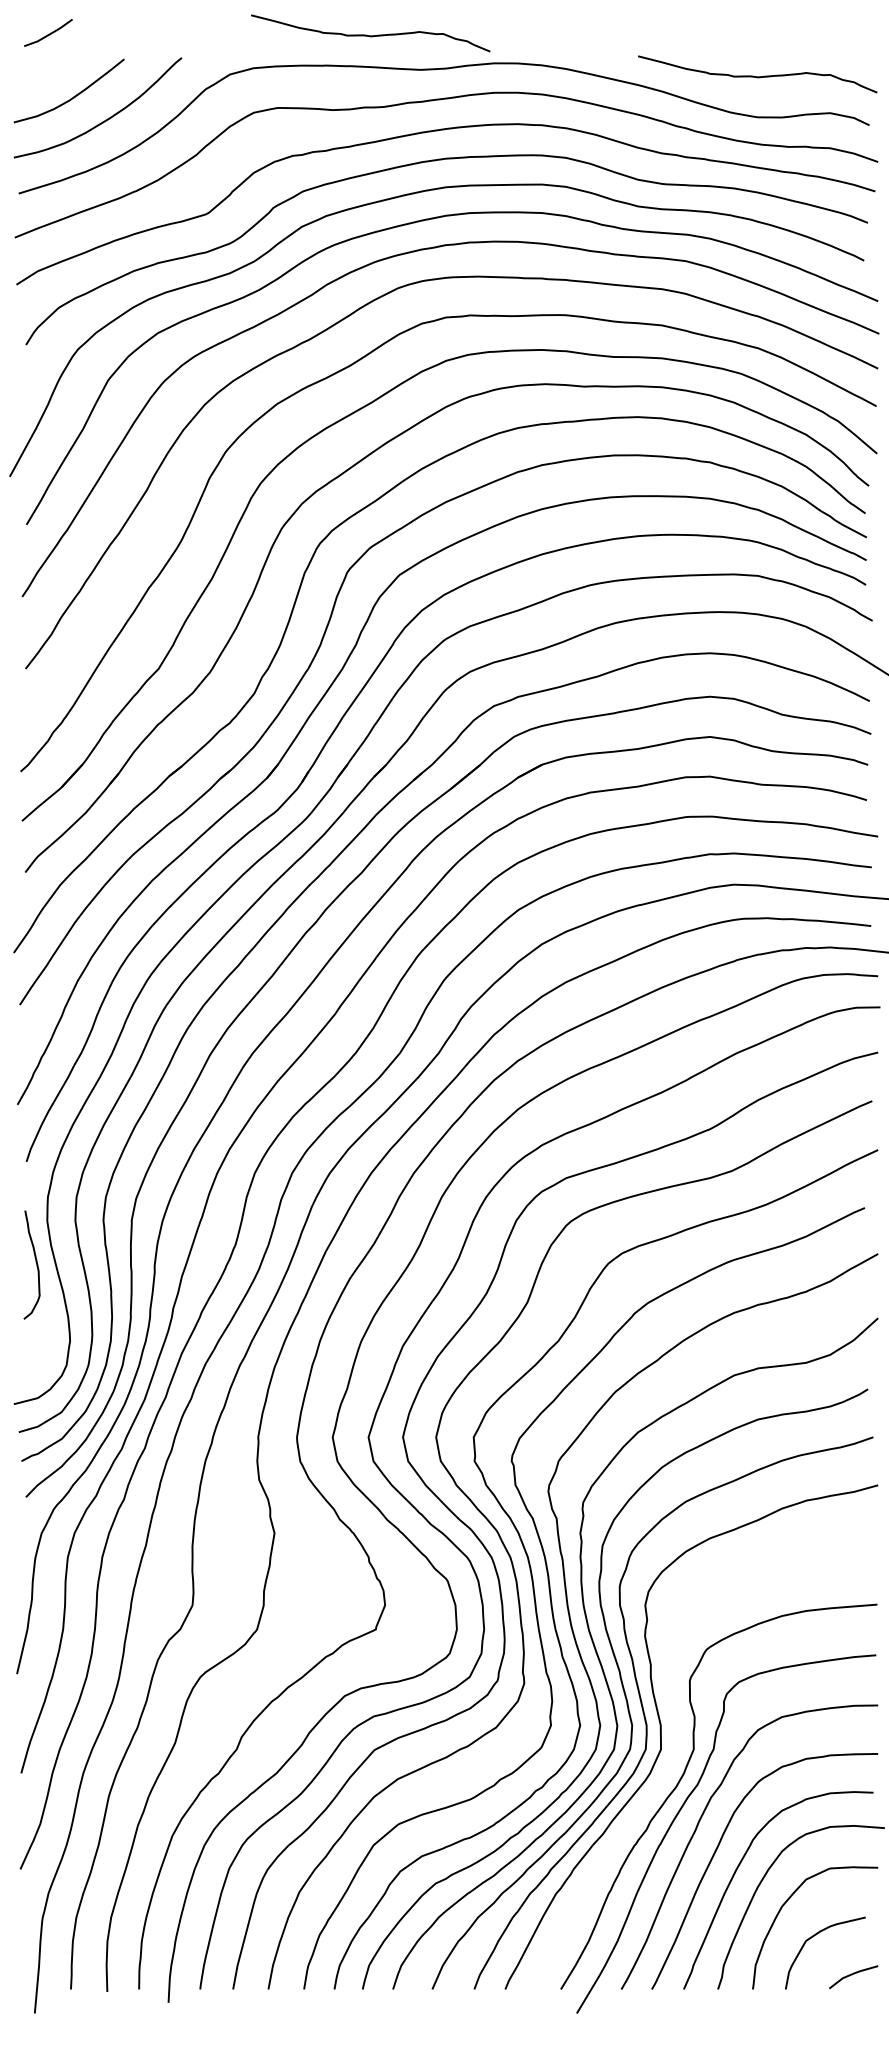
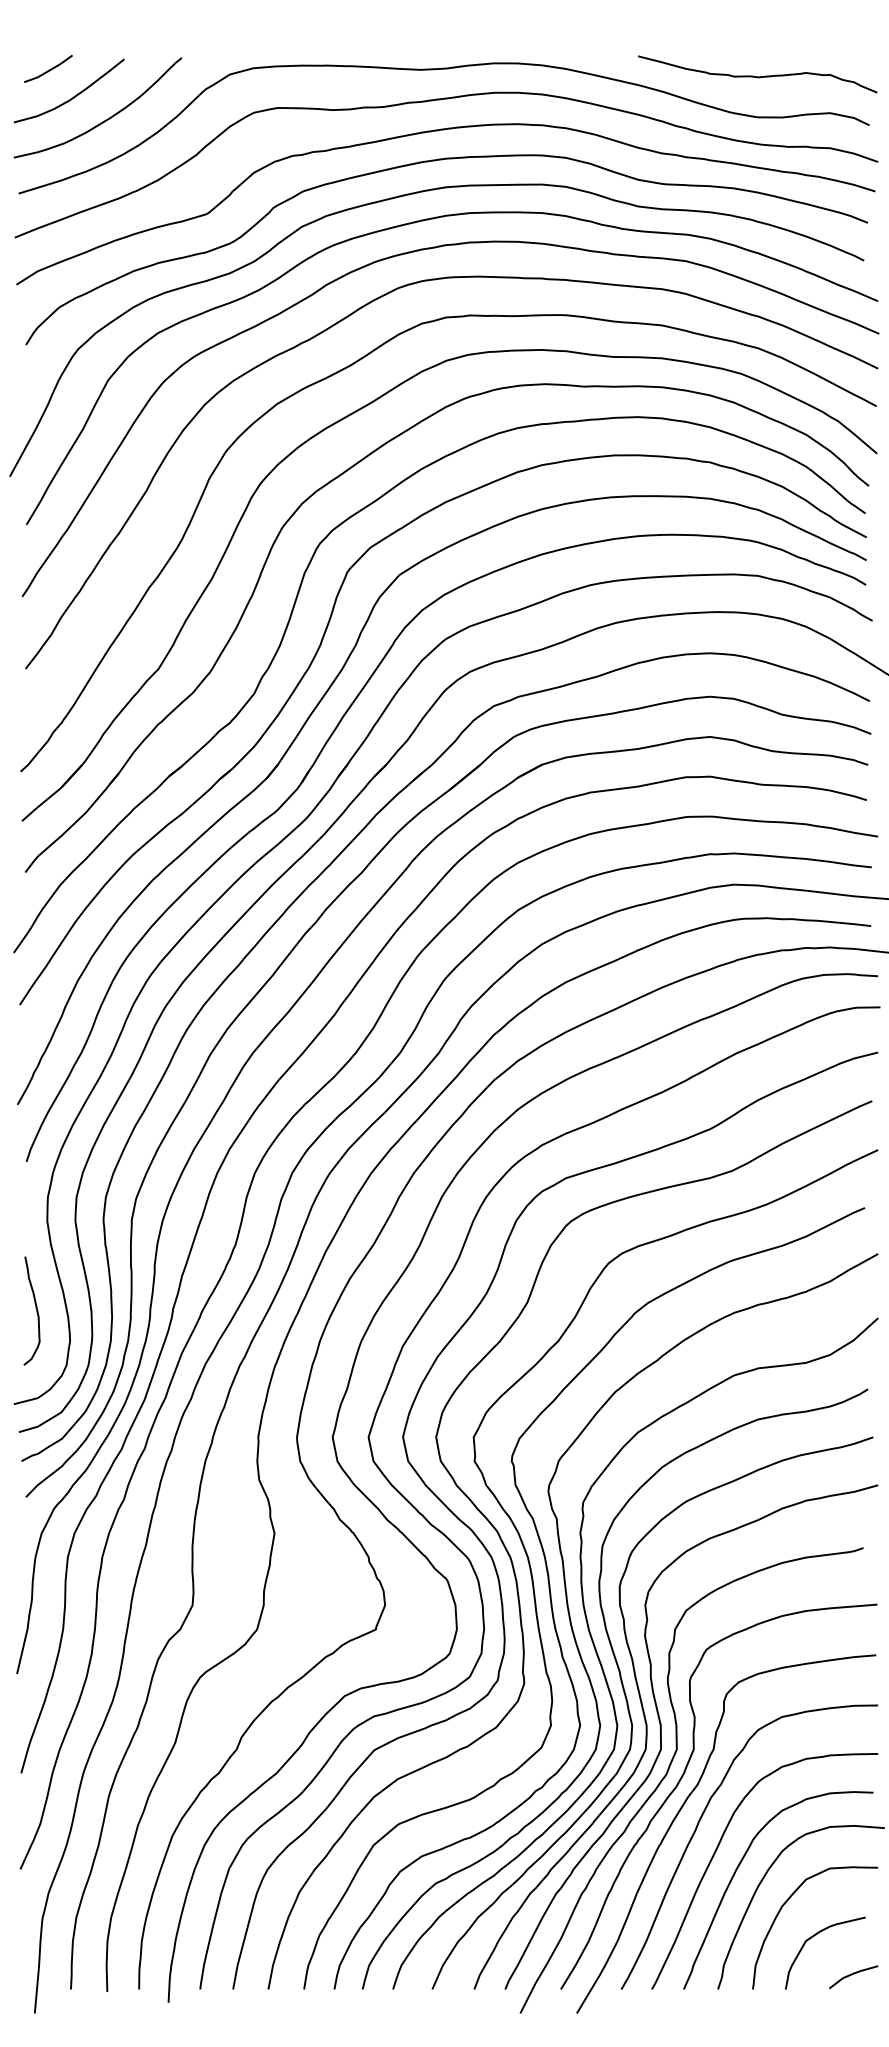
line at (49, 33) position: (49, 33) -> (49, 69)
curve at (370, 35): present -> none
curve at (35, 1262) position: (35, 1262) -> (35, 1308)
curve at (668, 1772): none -> present
